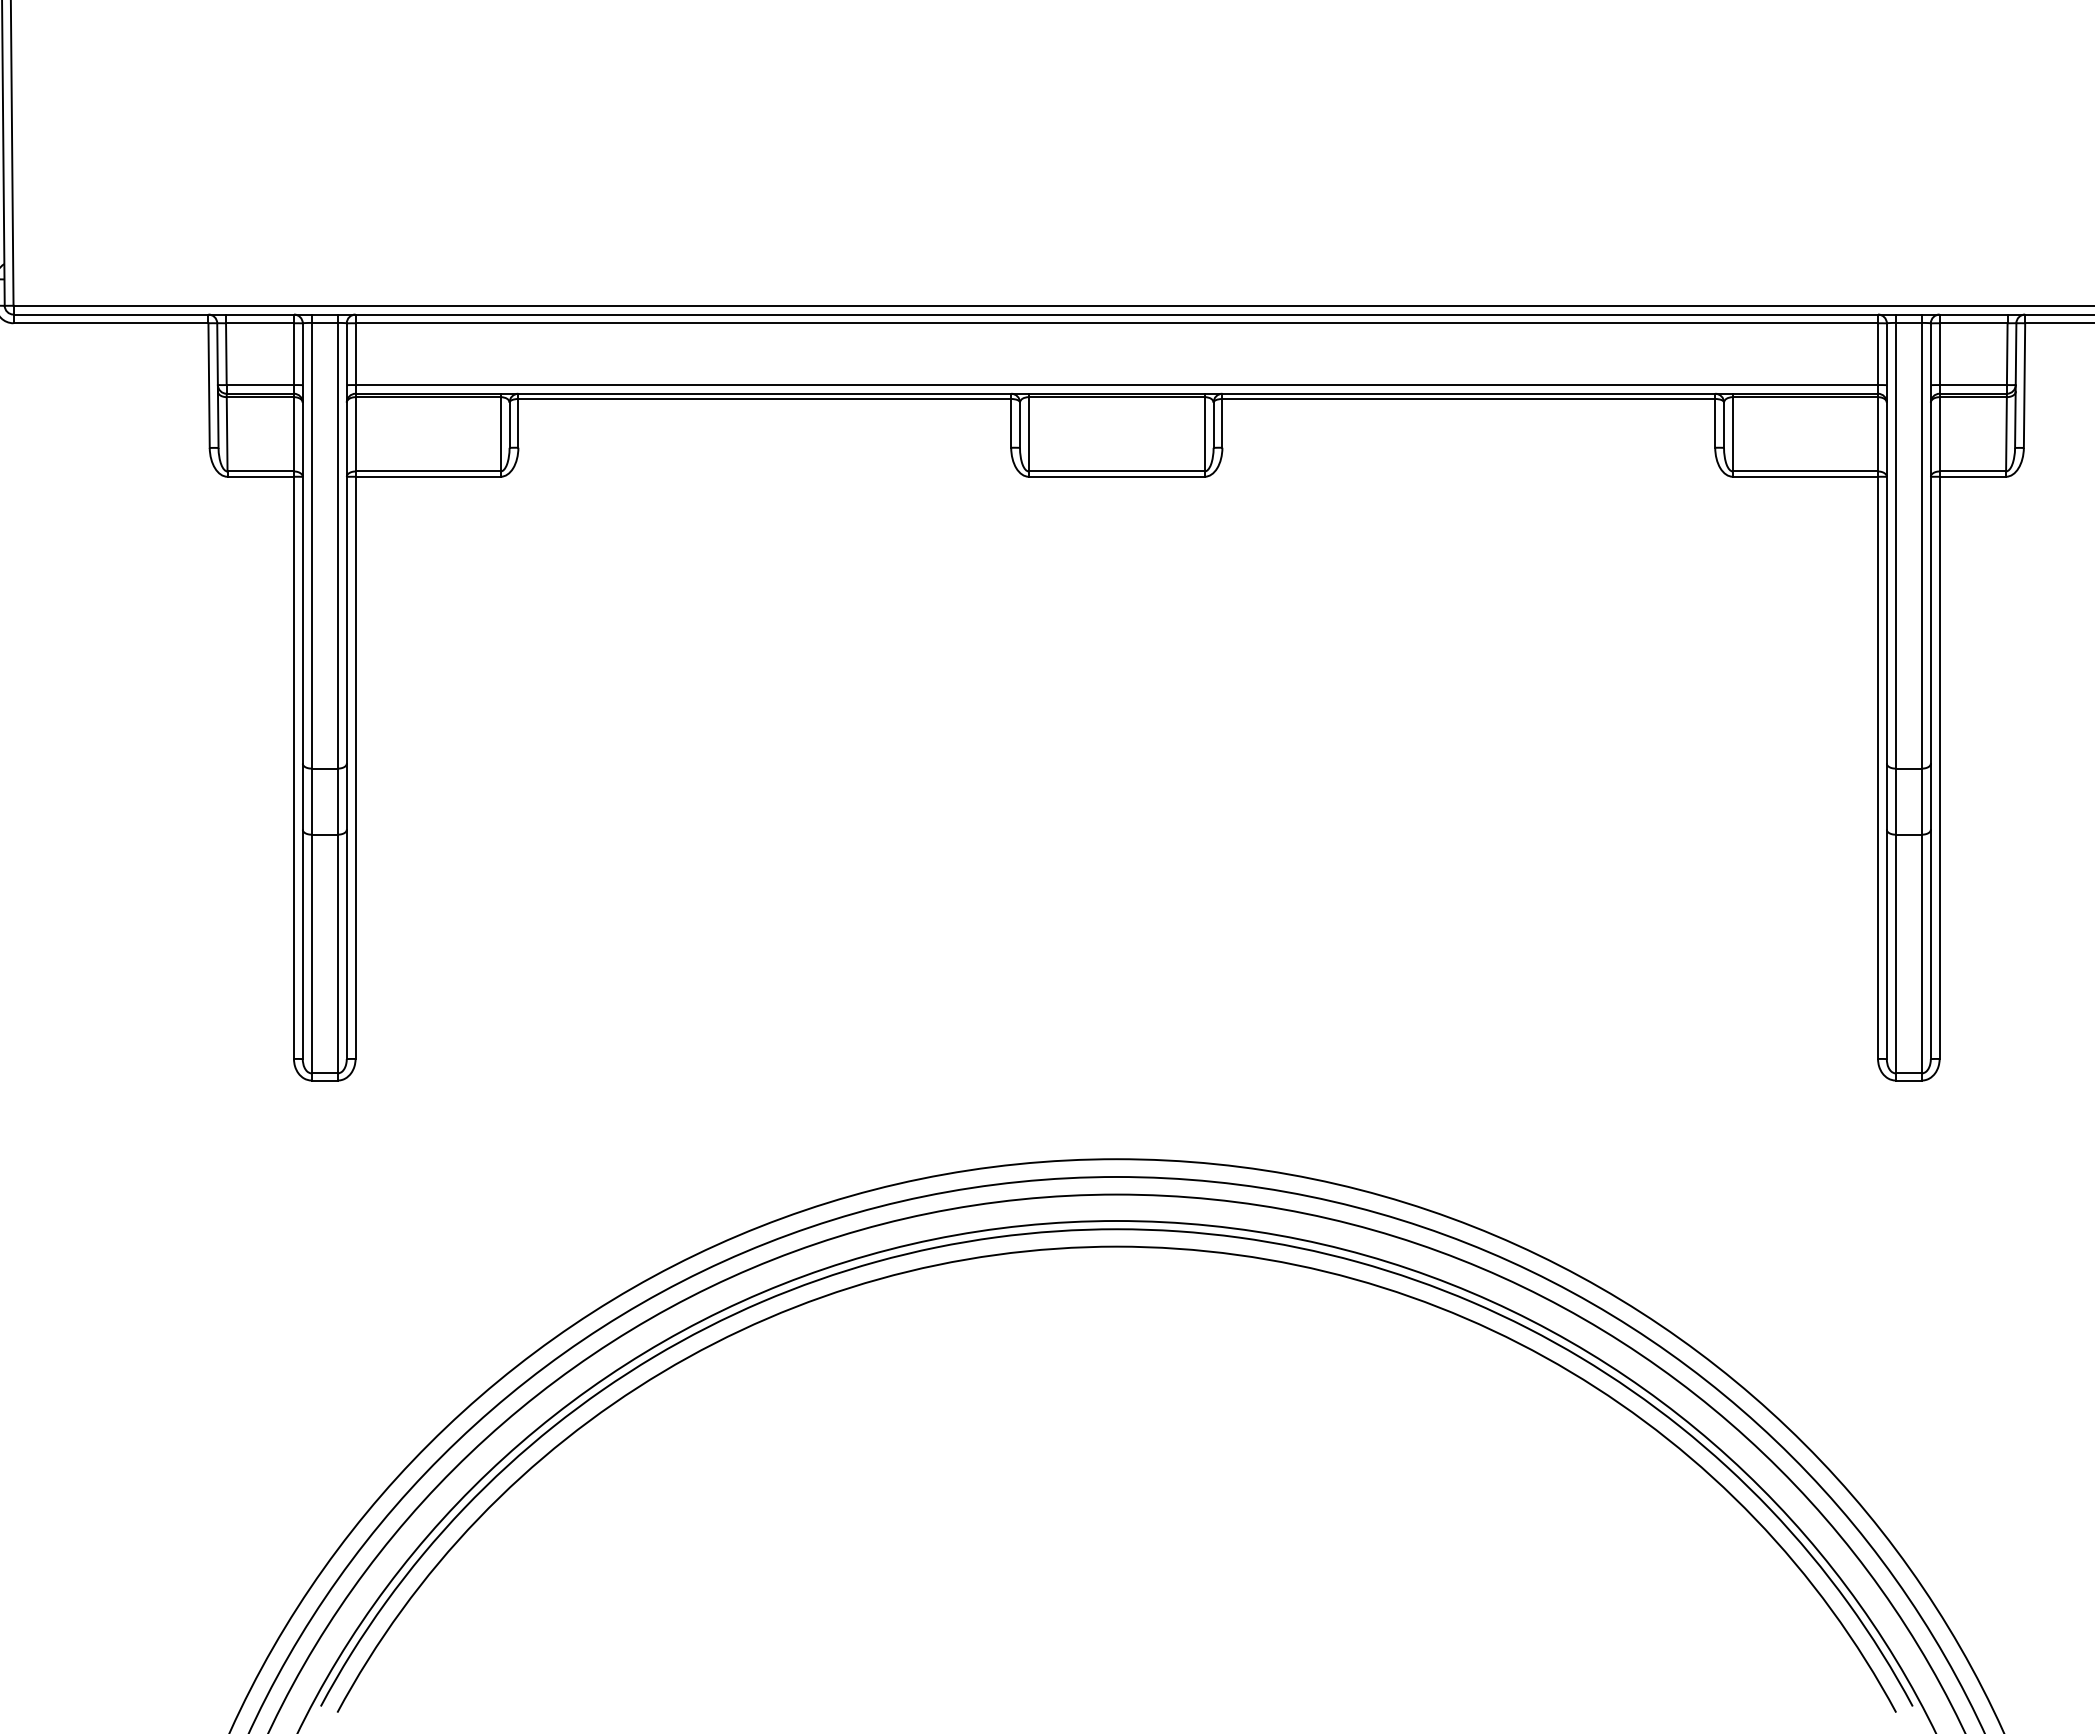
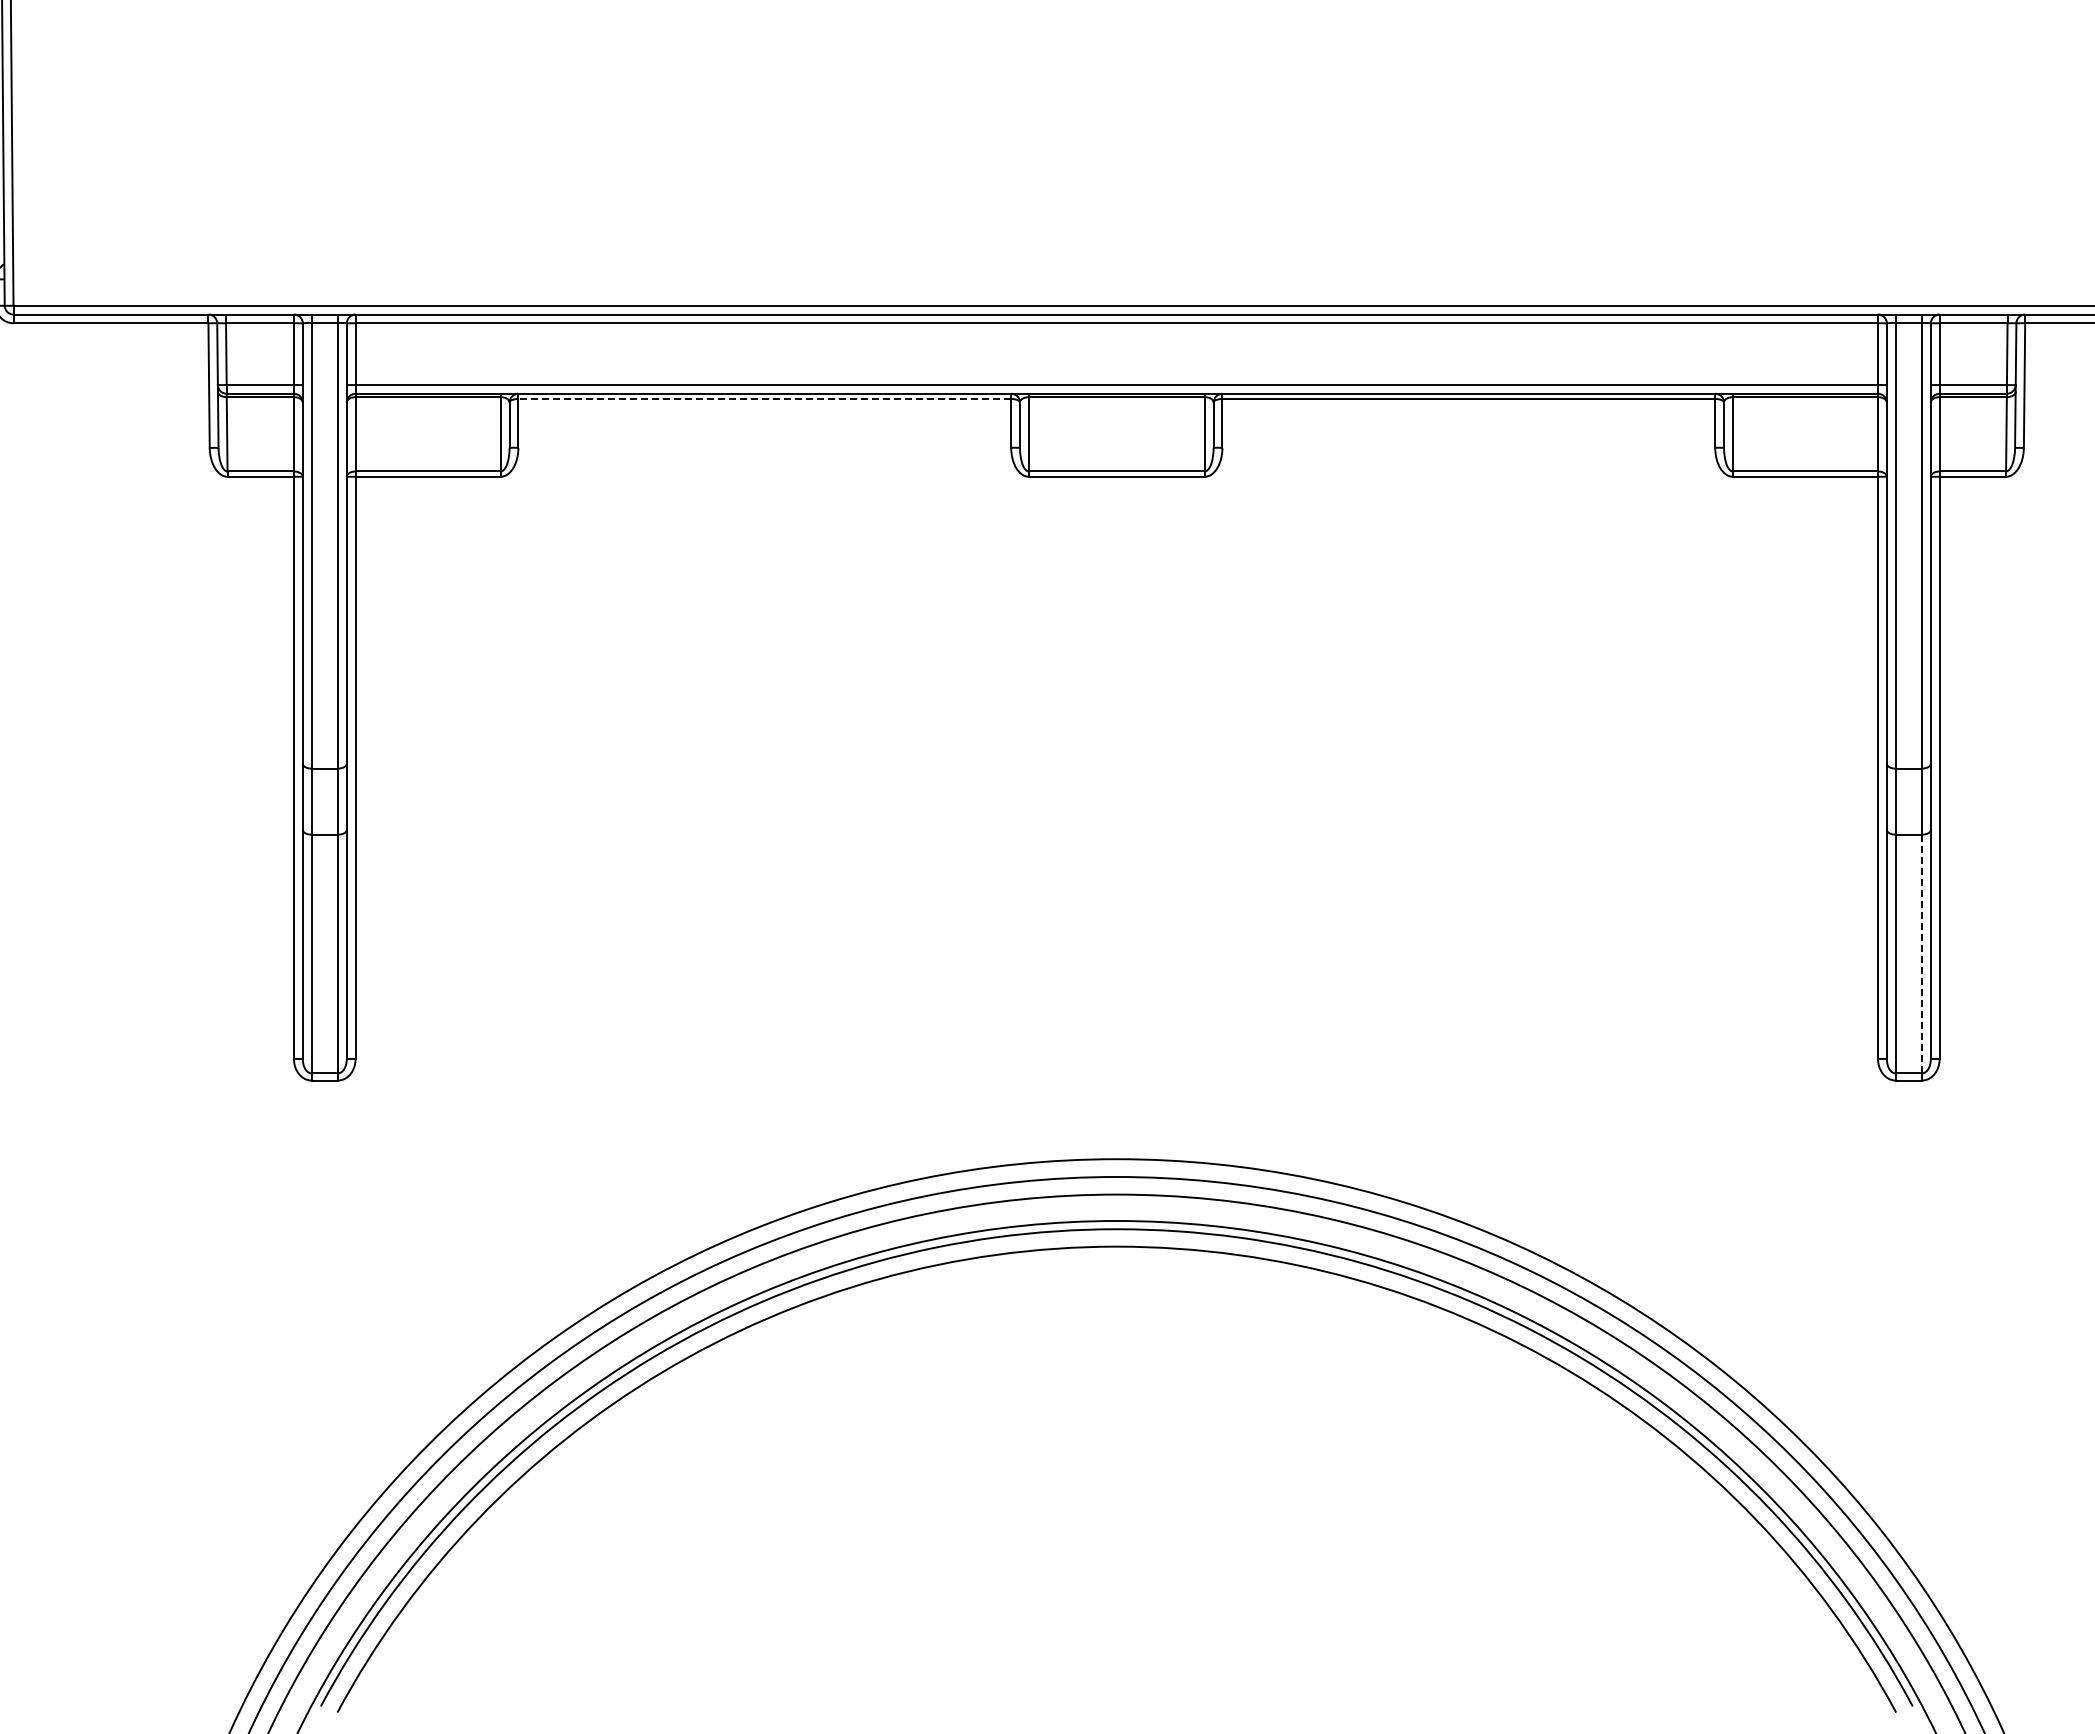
line at (764, 398): solid -> dashed
line at (1922, 953): solid -> dashed
